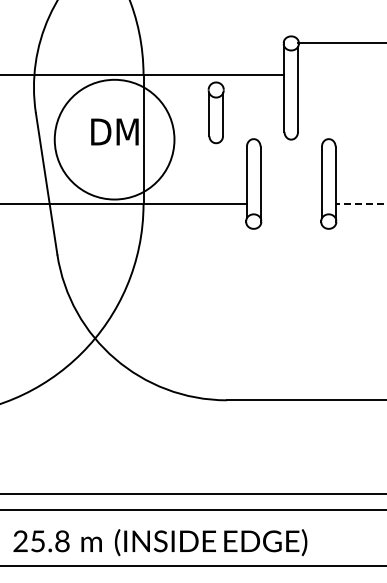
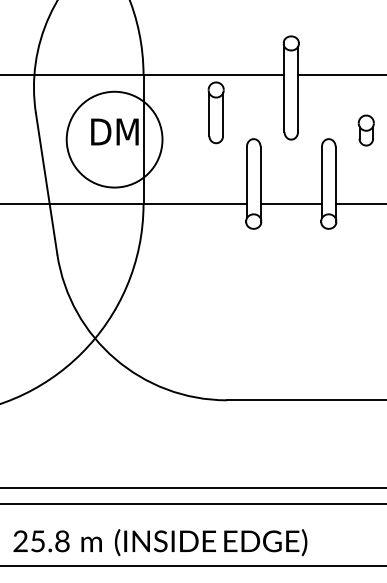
line at (340, 43) position: (340, 43) -> (340, 75)
part at (365, 130): none -> present
circle at (114, 139) diameter: 120 px -> 96 px
line at (291, 204): none -> present
line at (360, 204): dashed -> solid
line at (192, 494) position: (192, 494) -> (192, 488)
line at (192, 510) position: (192, 510) -> (192, 504)
